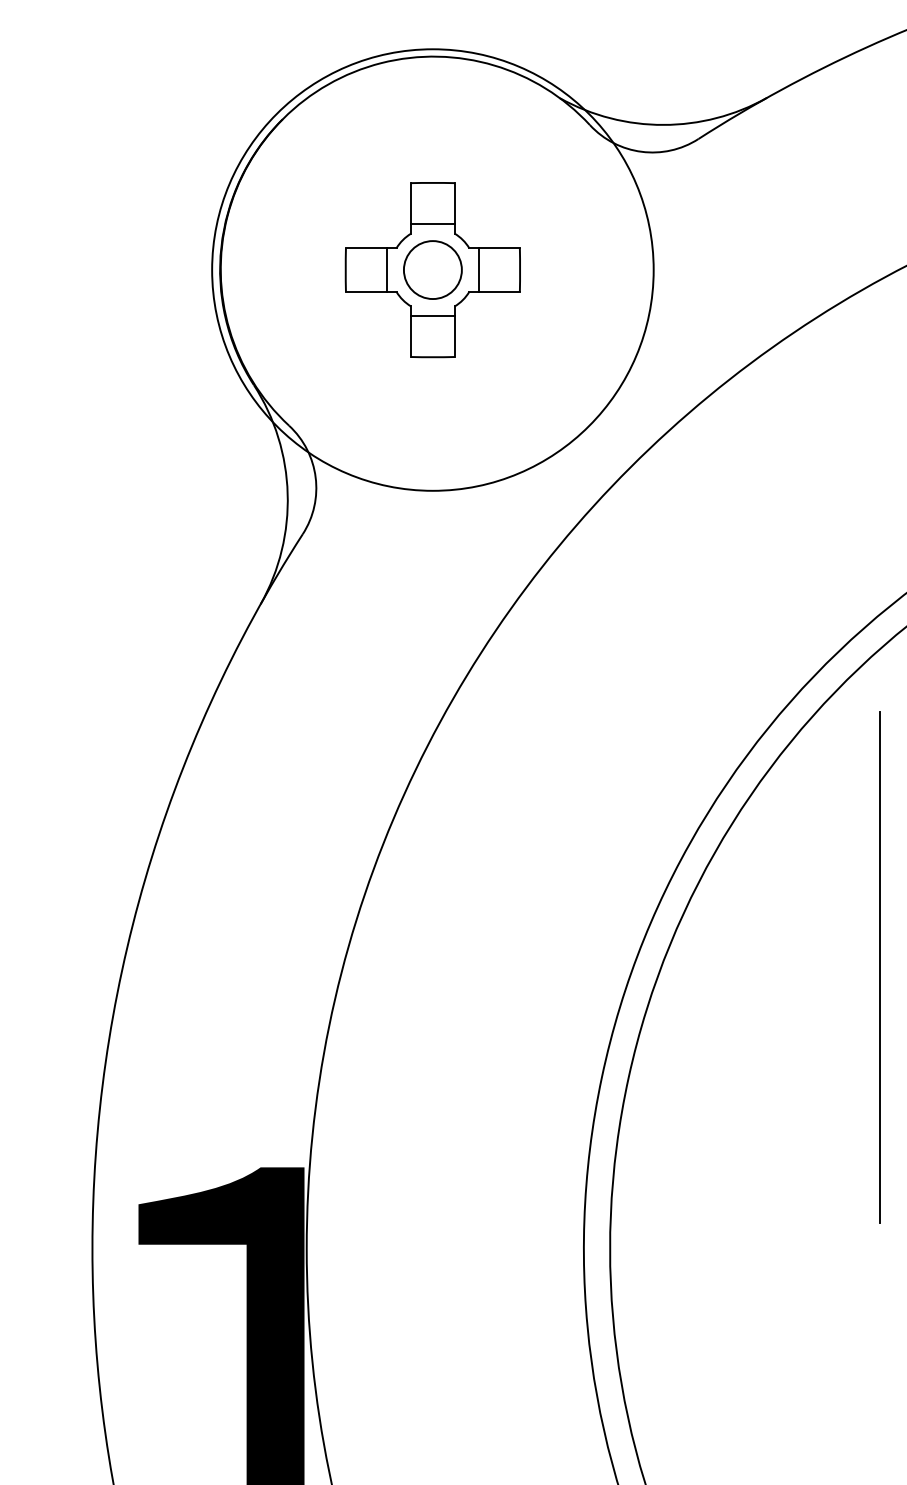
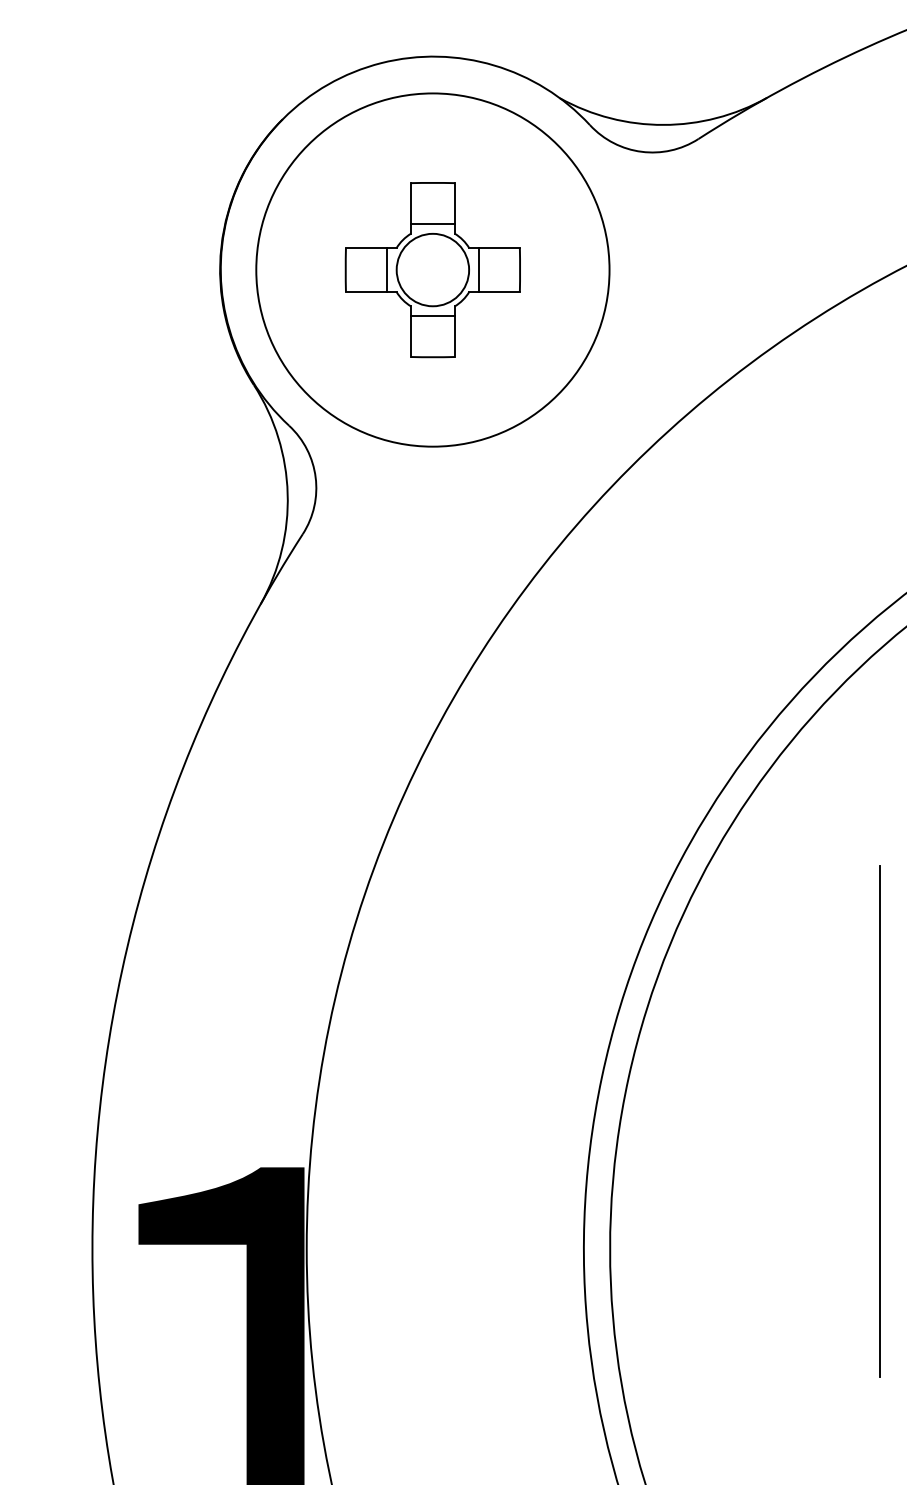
circle at (432, 269) diameter: 442 px -> 353 px
circle at (432, 270) diameter: 58 px -> 72 px
line at (879, 967) position: (879, 967) -> (879, 1121)
